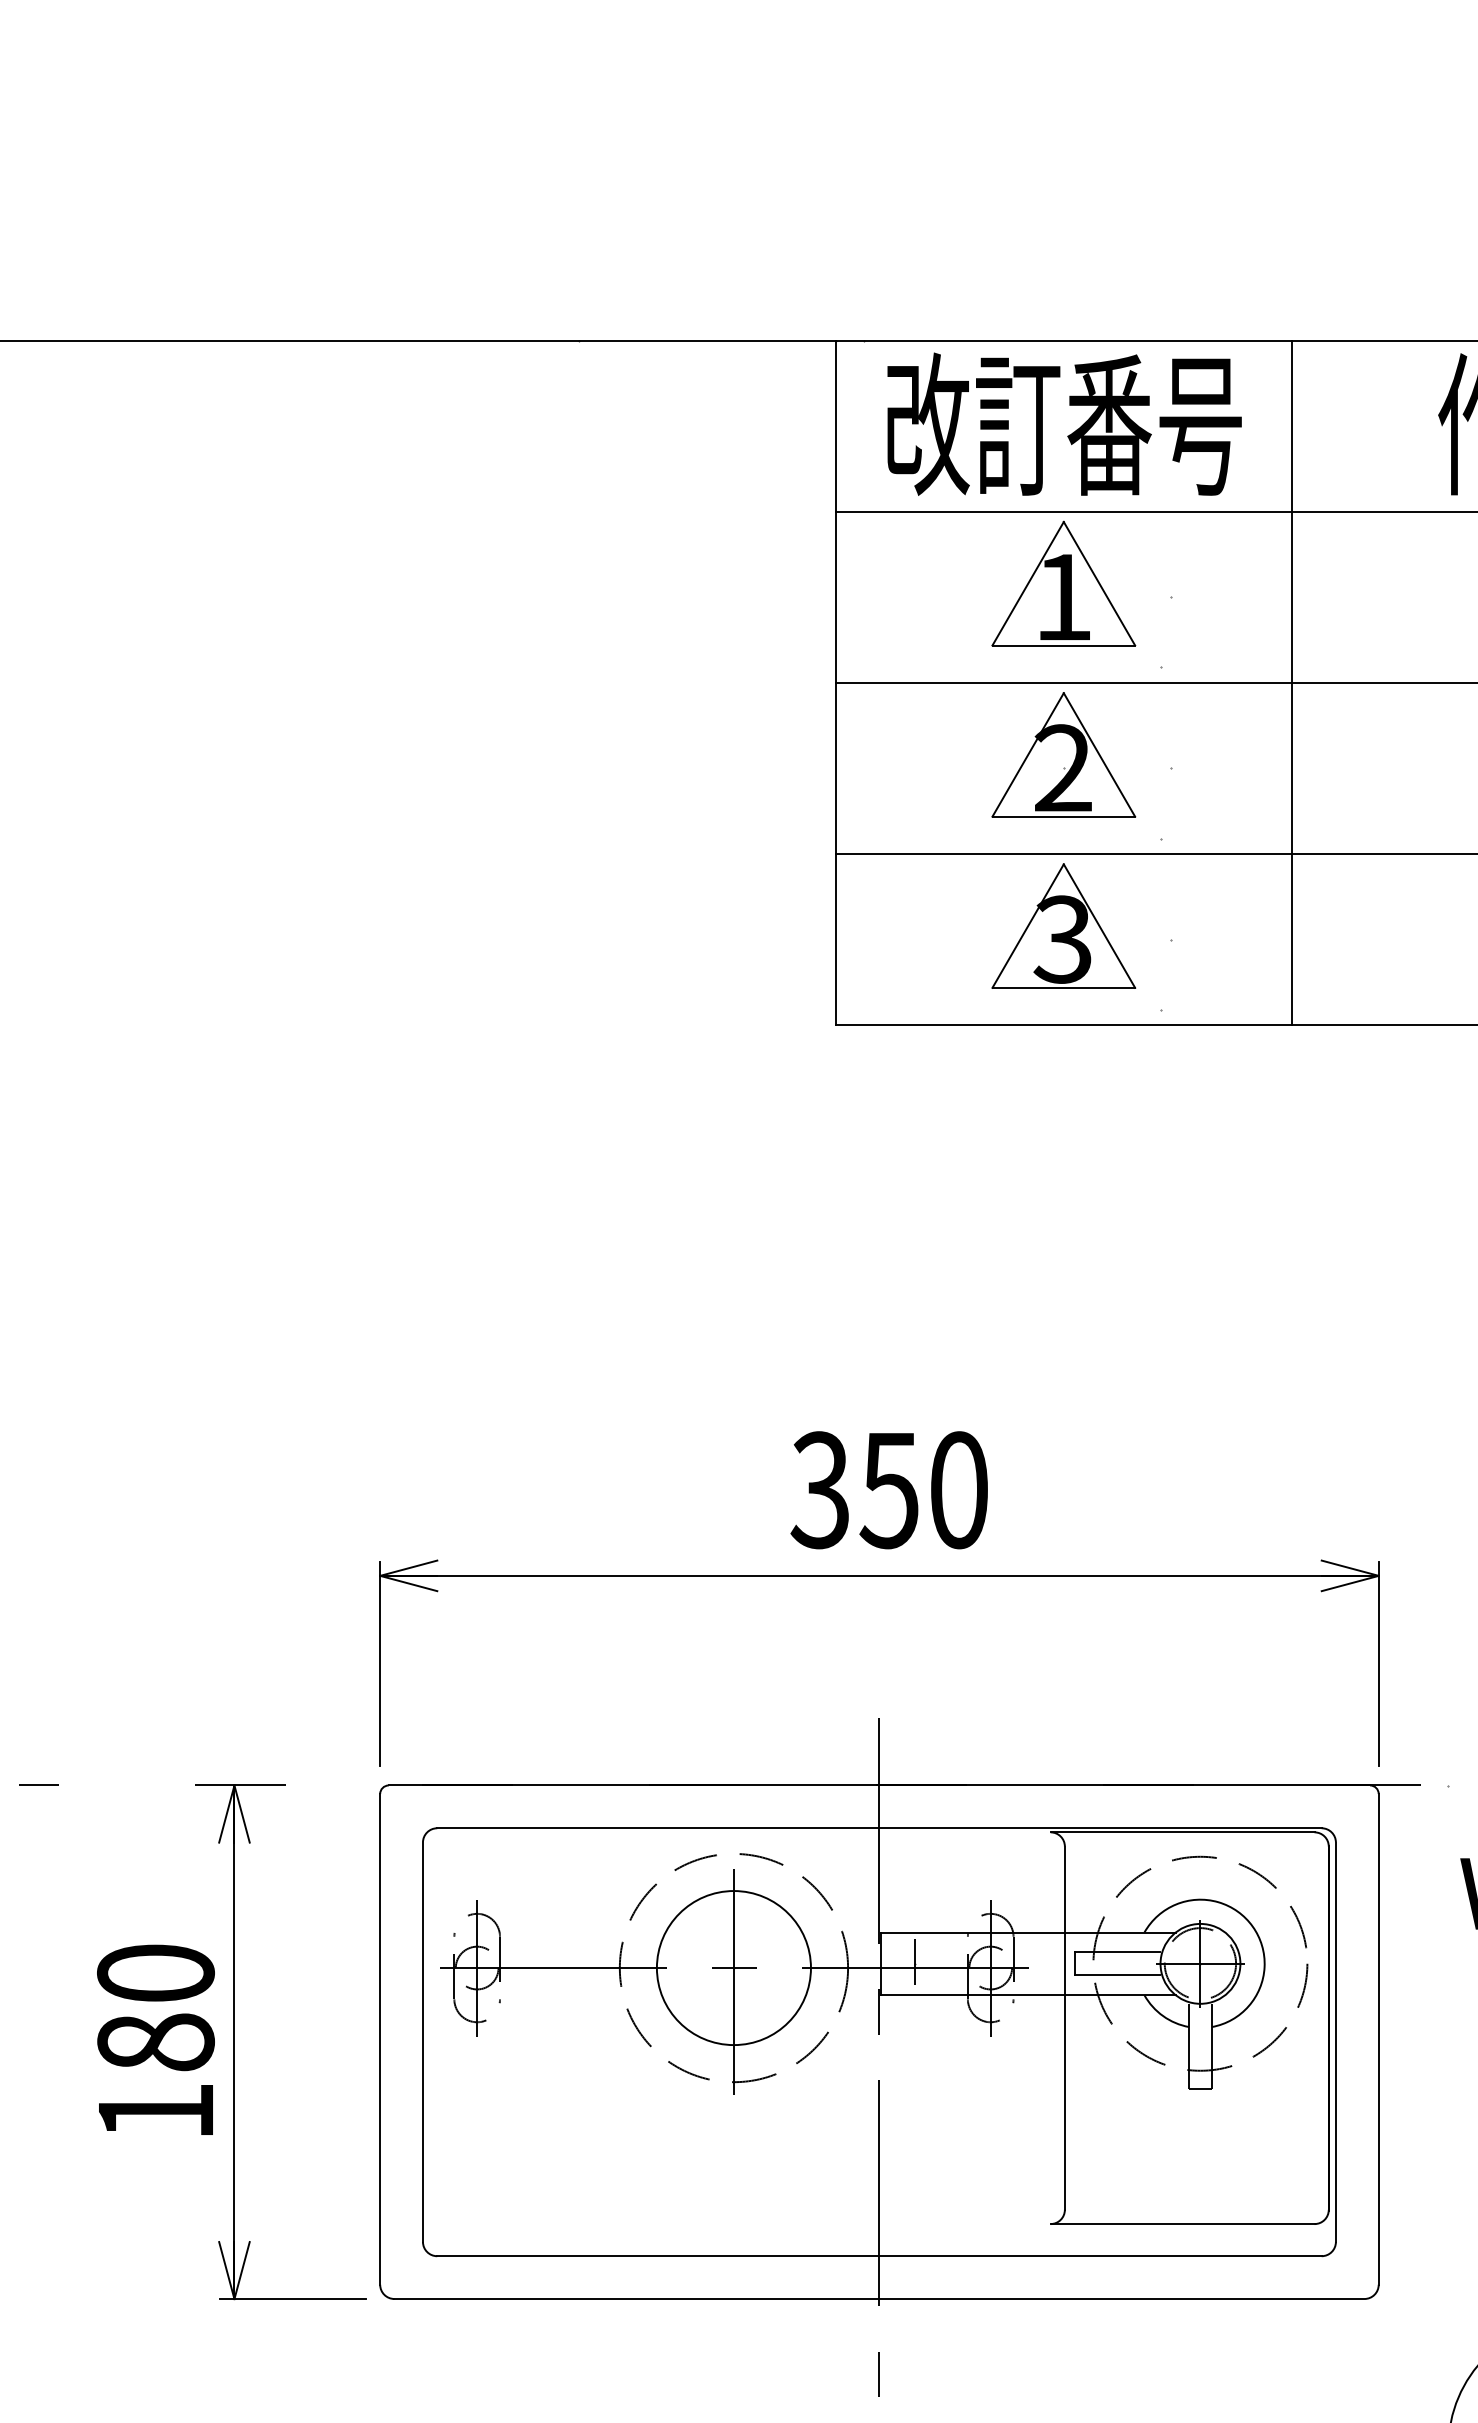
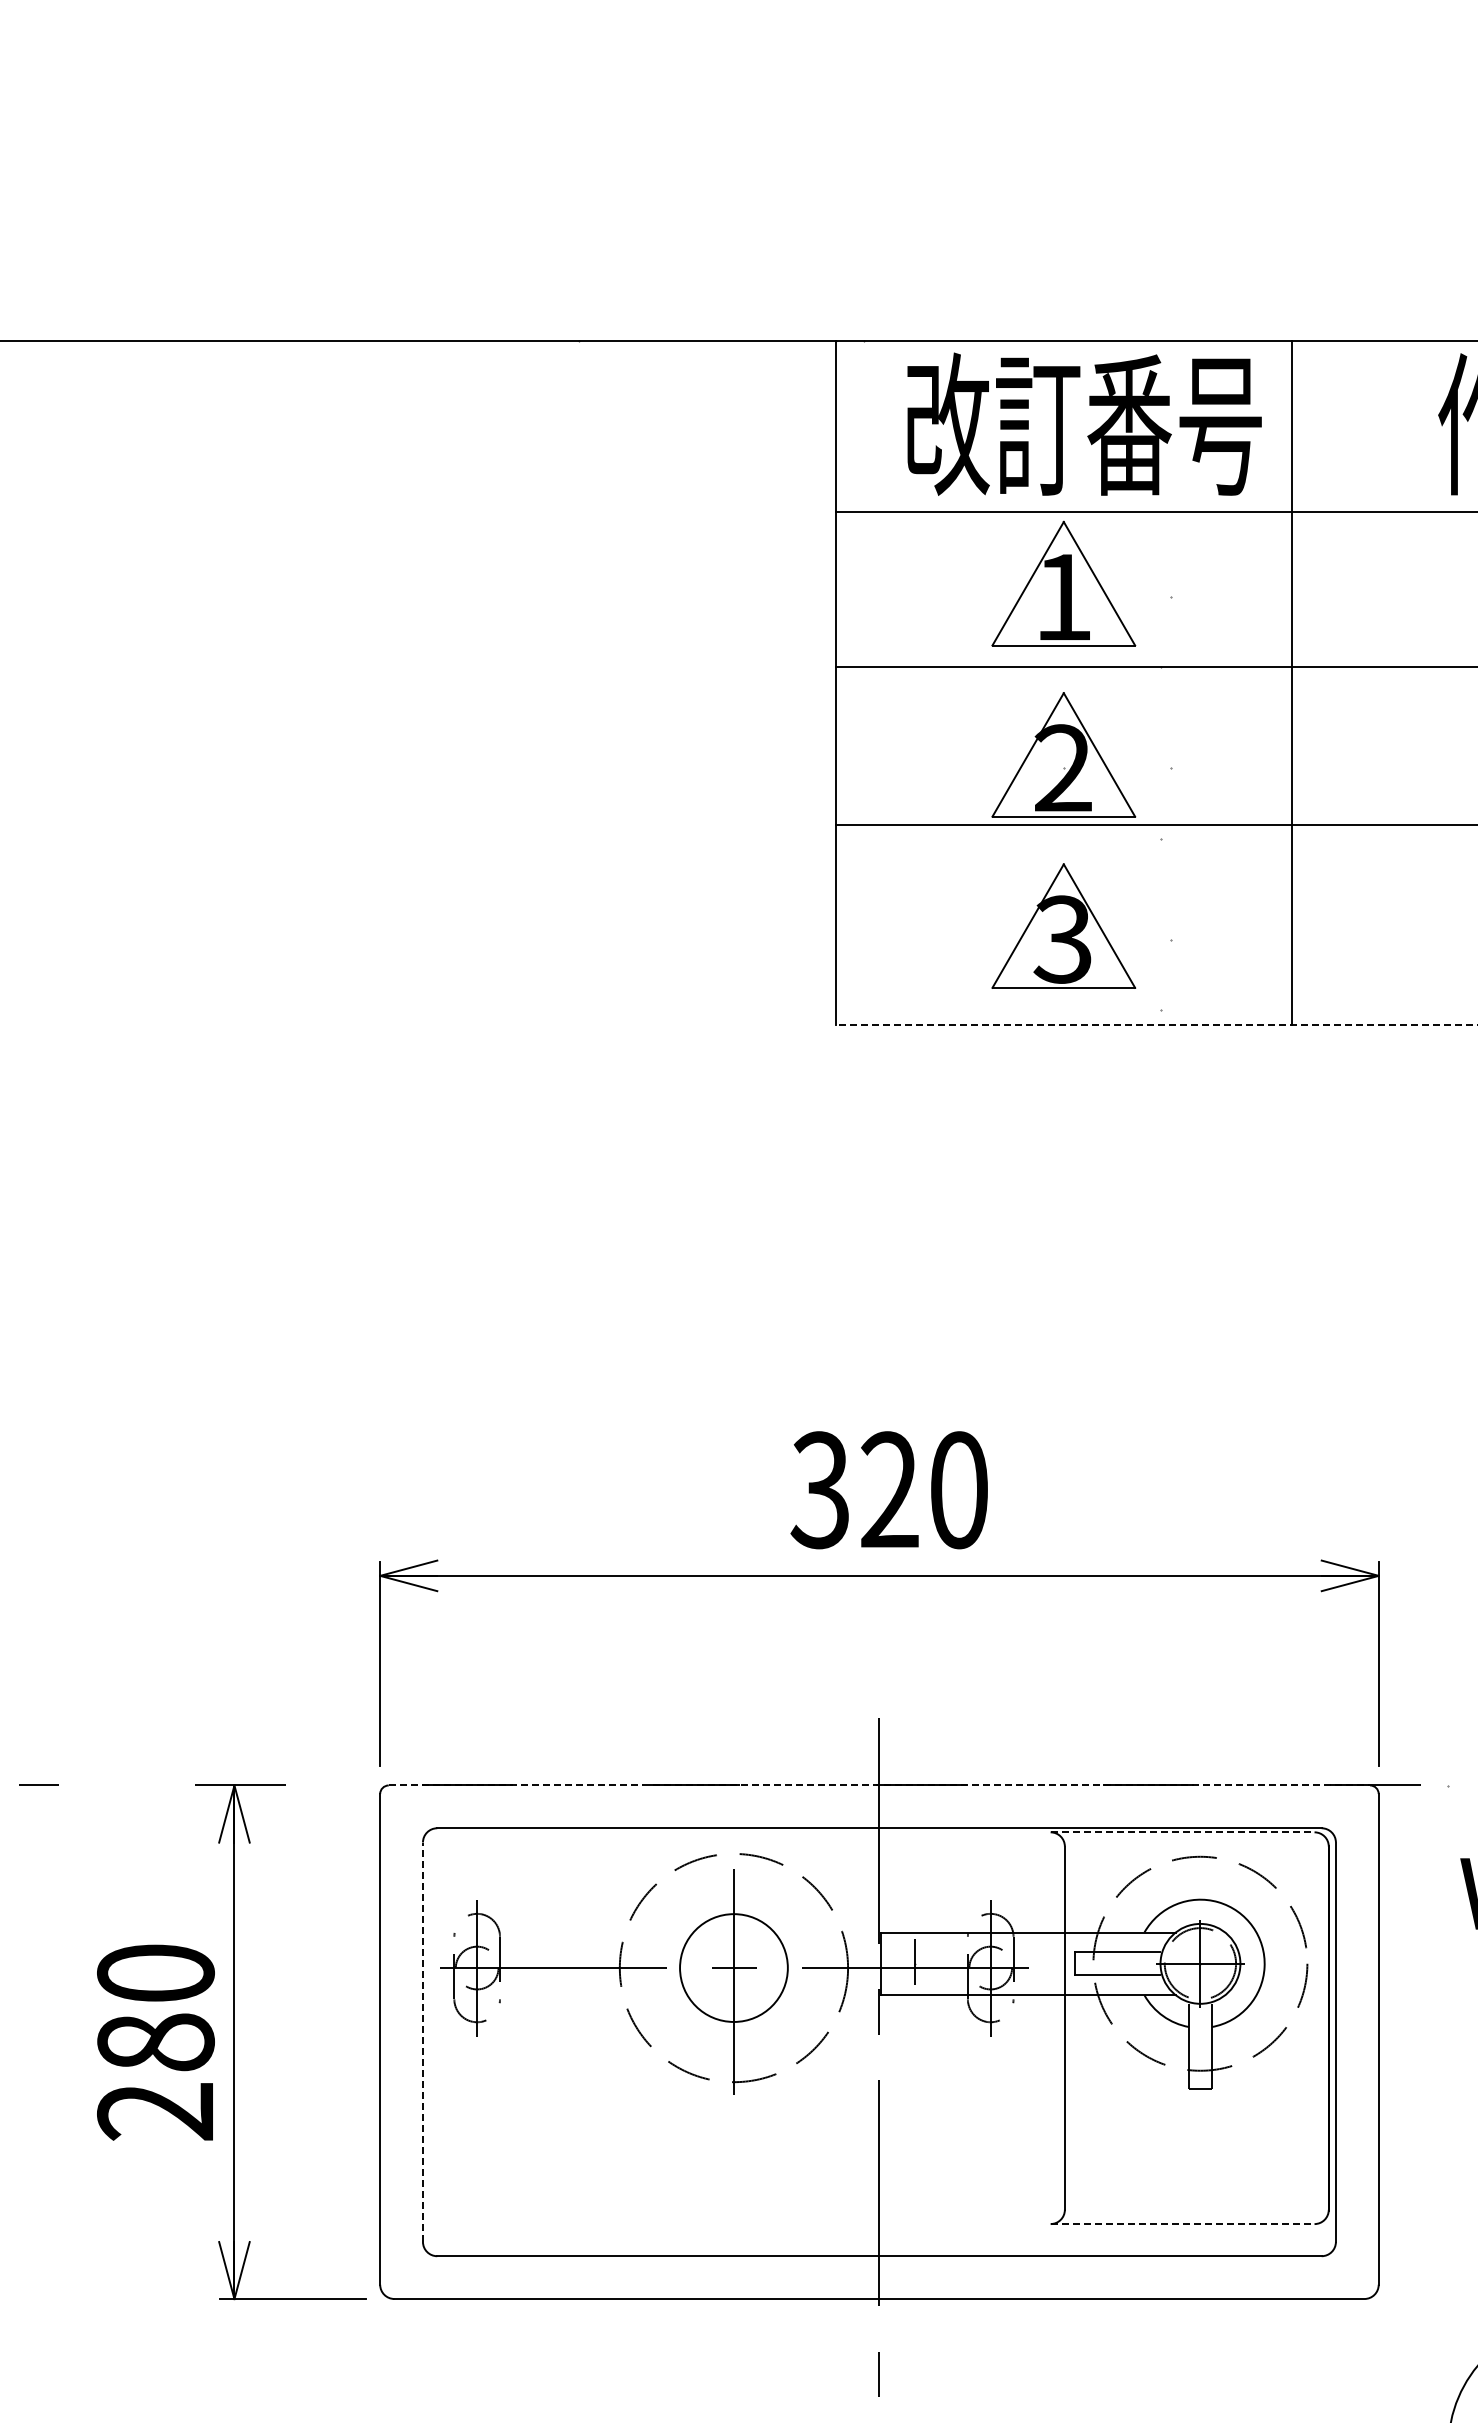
text at (1064, 423) position: (1064, 423) -> (1084, 423)
line at (1154, 682) position: (1154, 682) -> (1154, 666)
line at (1154, 854) position: (1154, 854) -> (1154, 825)
line at (1156, 1025): solid -> dashed
text at (888, 1490): 350 -> 320
line at (879, 1785): solid -> dashed
line at (1182, 1832): solid -> dashed
circle at (733, 1968) diameter: 154 px -> 108 px
line at (422, 2042): solid -> dashed
text at (154, 2111): 180 -> 280
line at (1182, 2224): solid -> dashed
